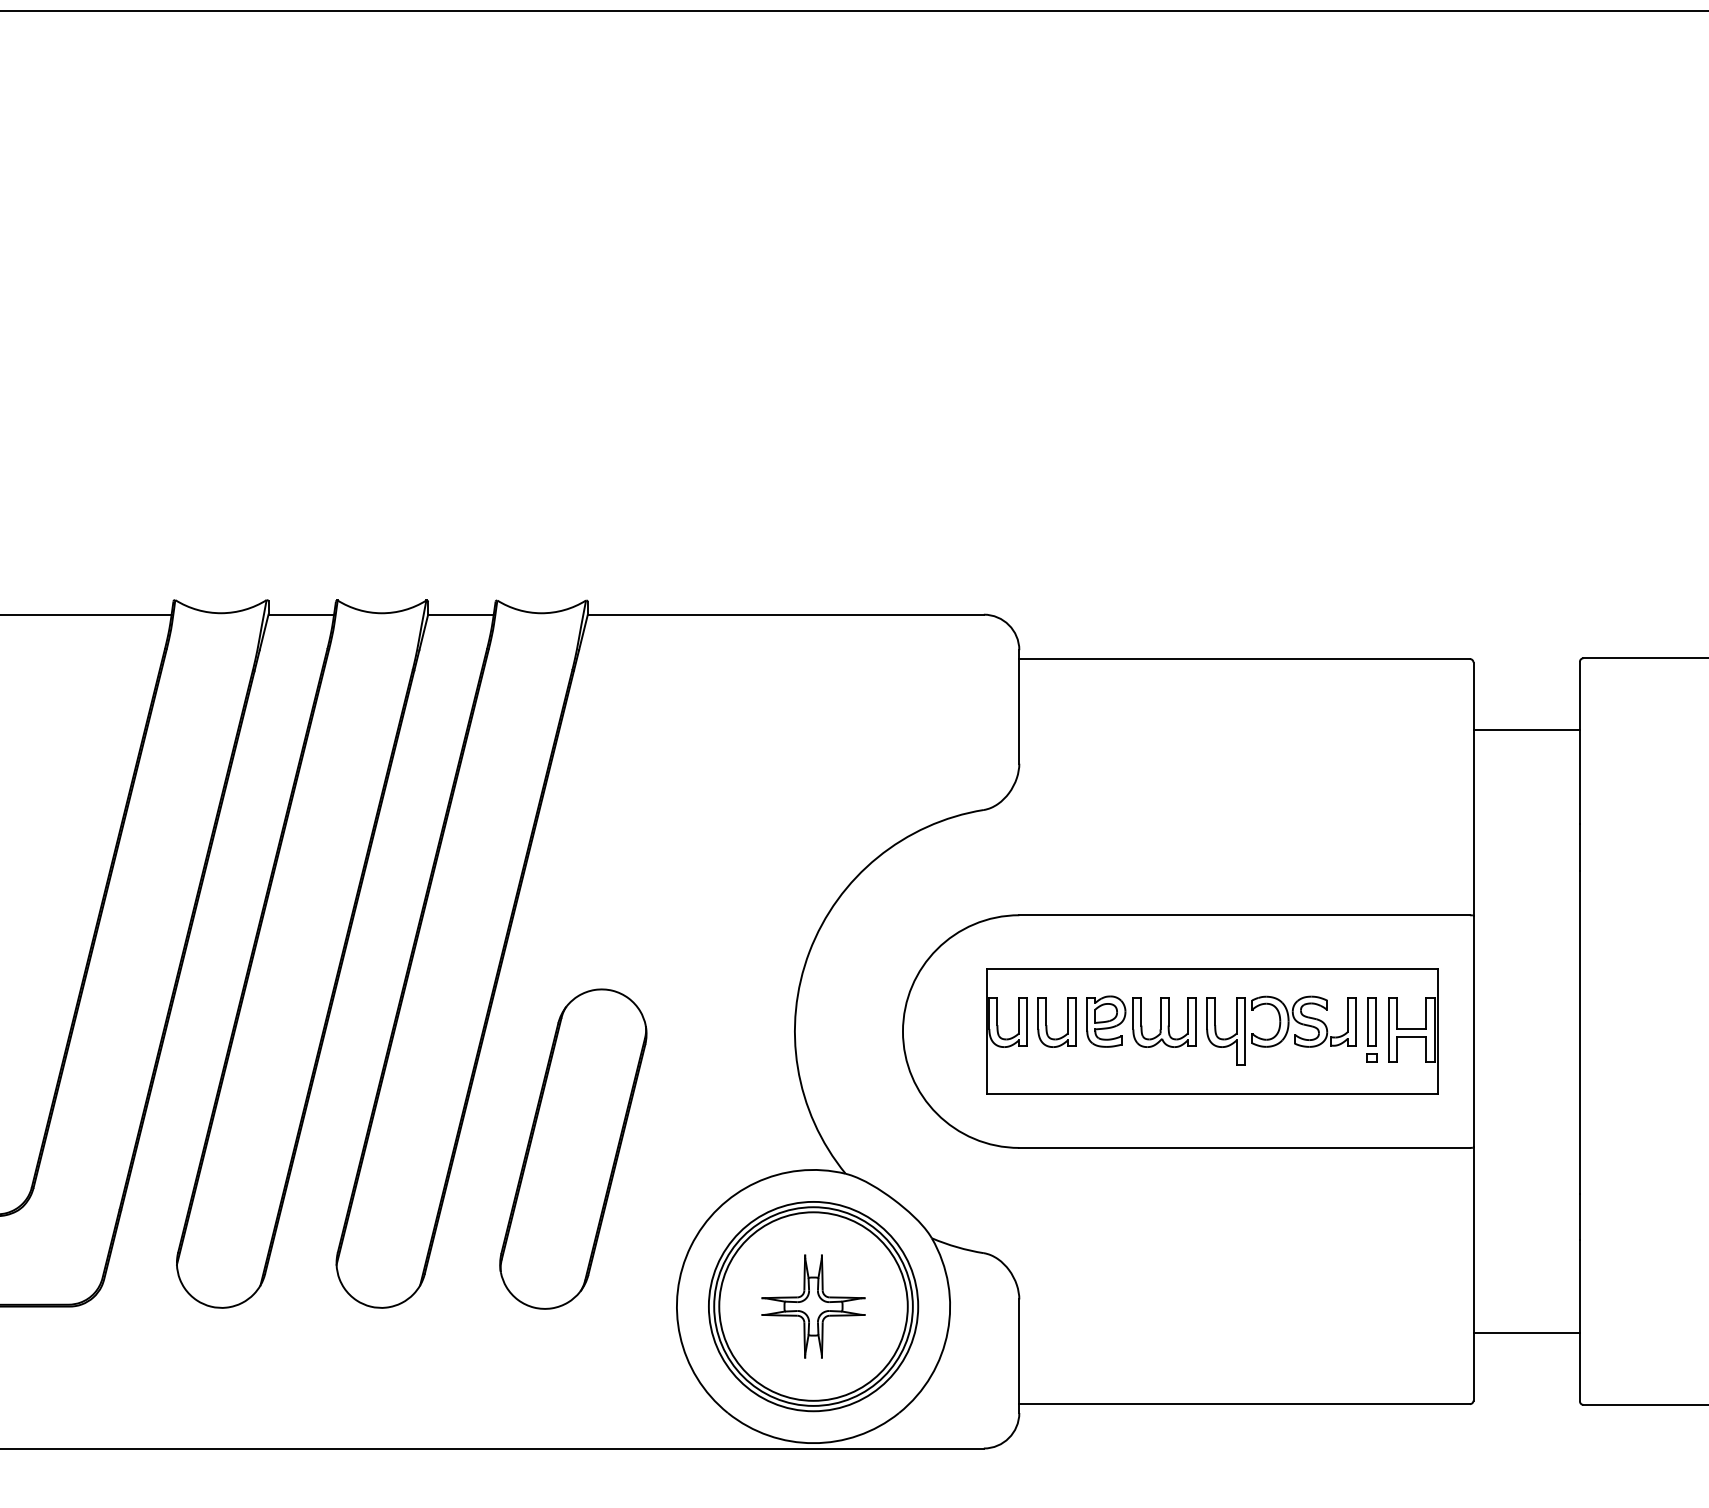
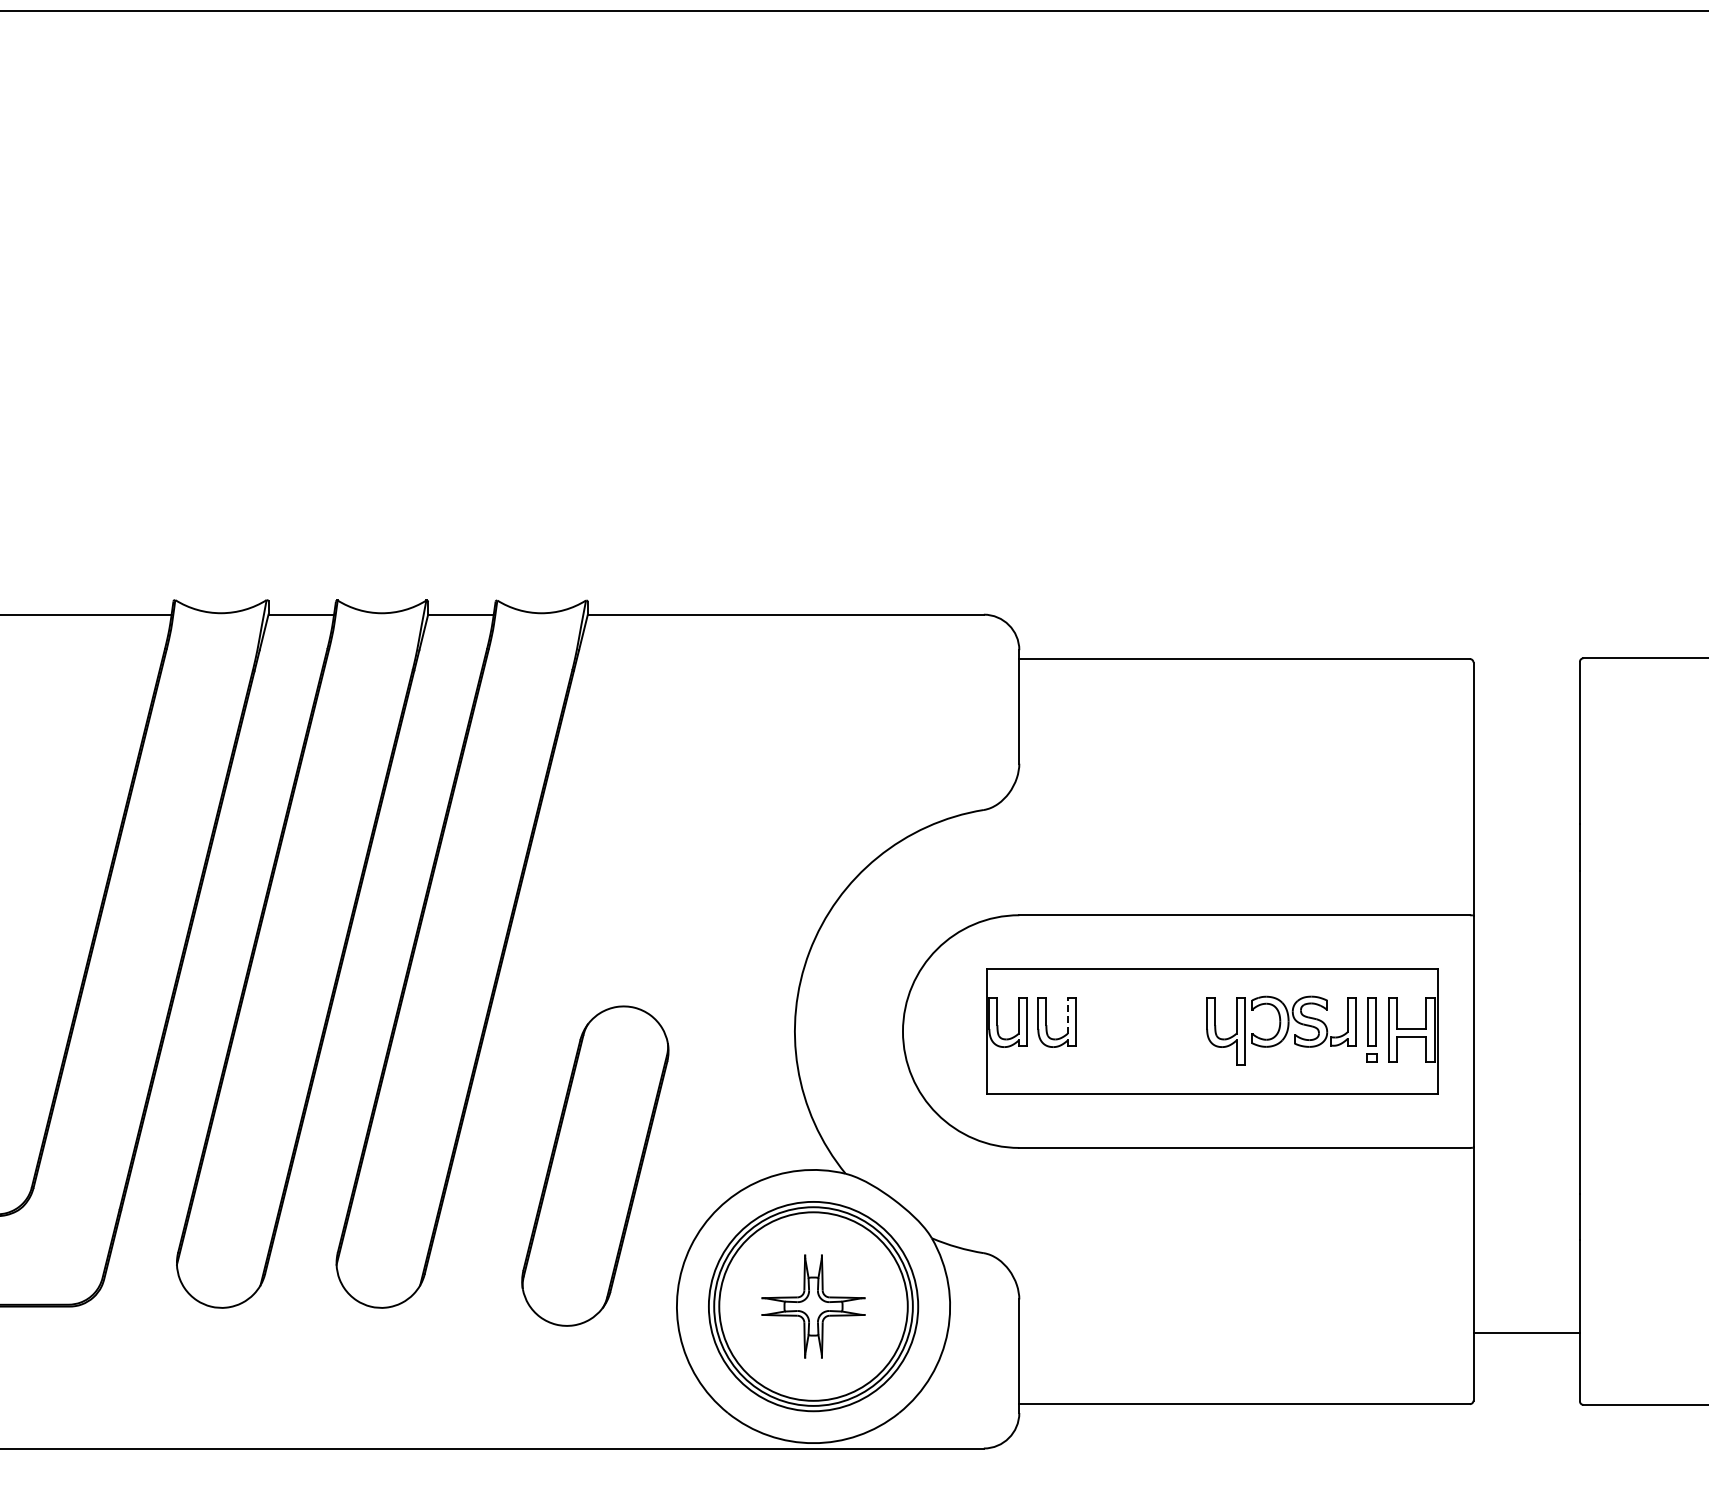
line at (1526, 730): present -> none
line at (1067, 1015): solid -> dashed
part at (1141, 1021): present -> none
part at (573, 1148) position: (573, 1148) -> (595, 1165)
